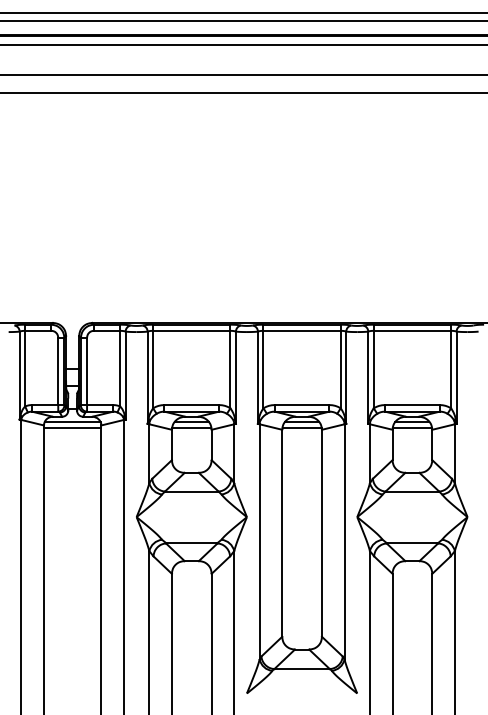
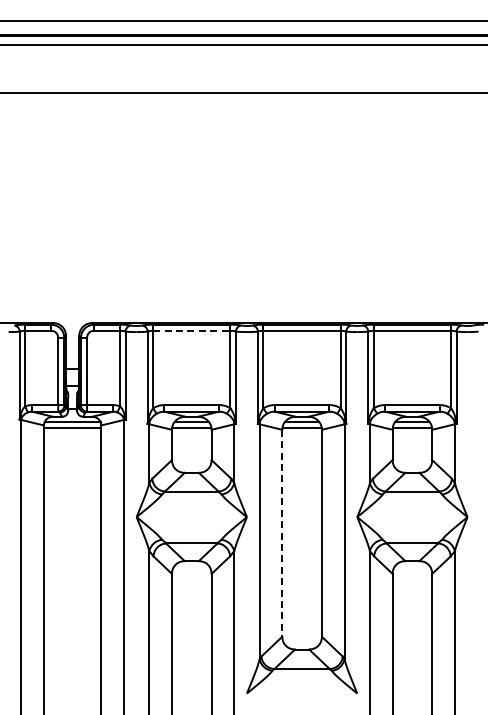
line at (243, 12): present -> none
line at (243, 75): present -> none
line at (191, 330): solid -> dashed
line at (282, 533): solid -> dashed
